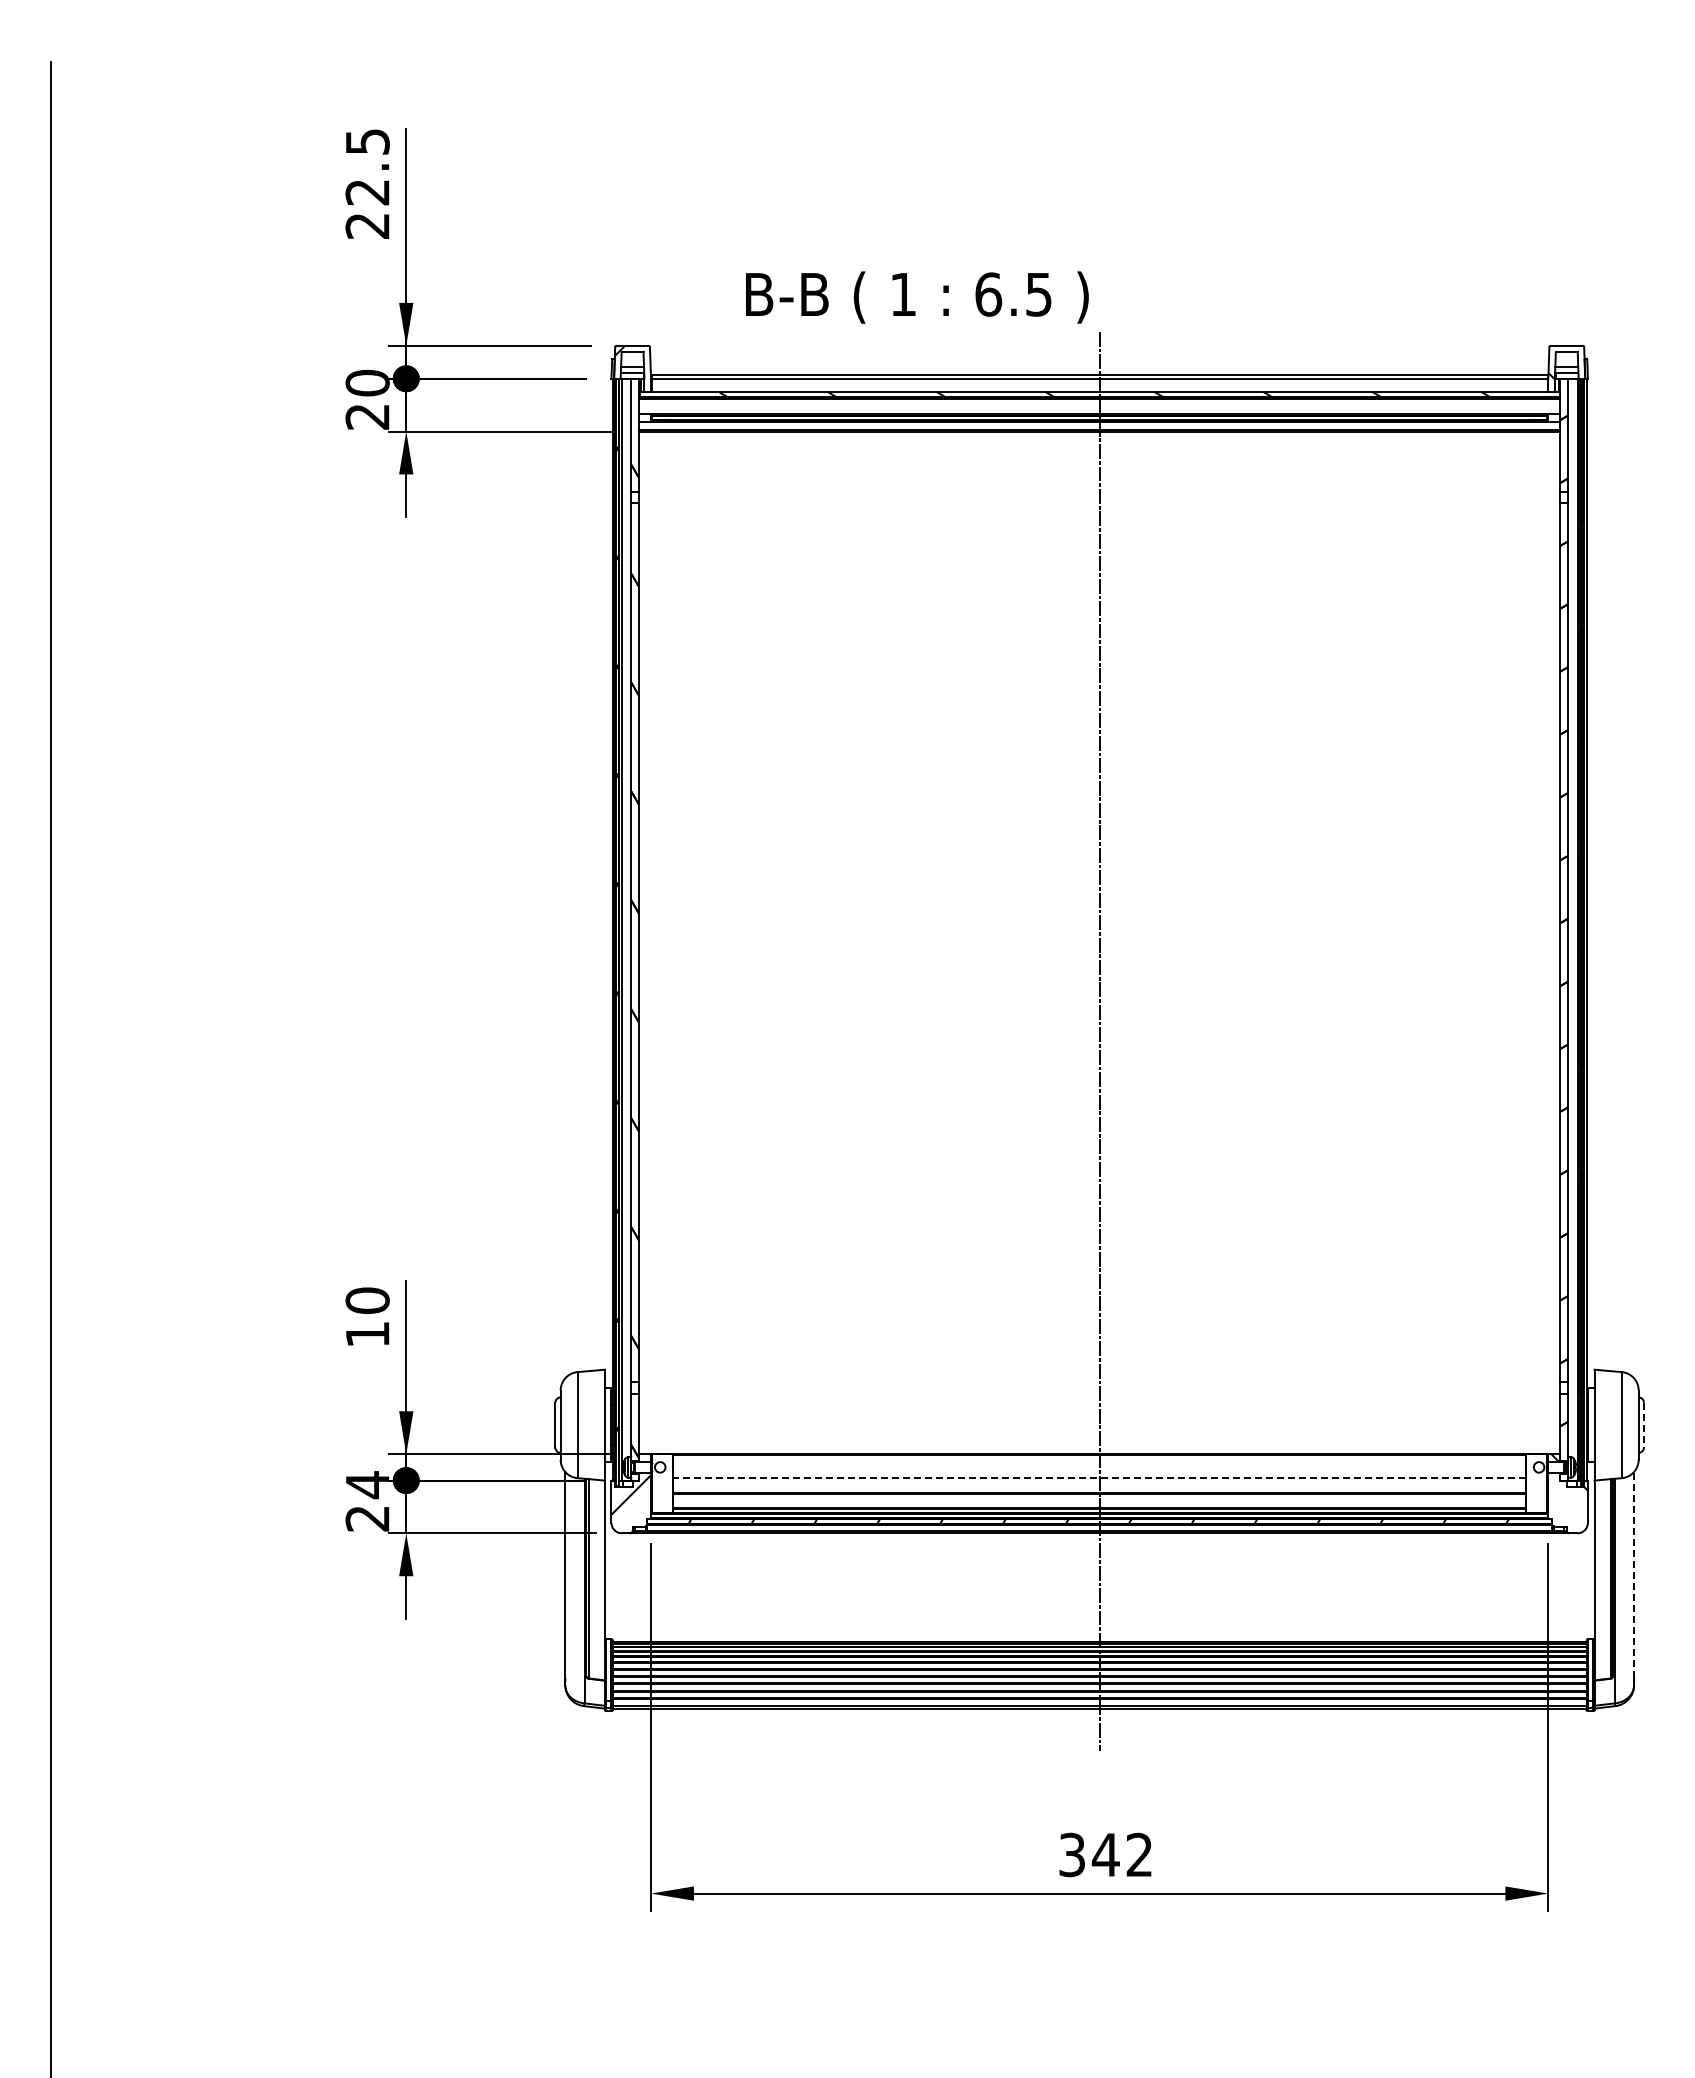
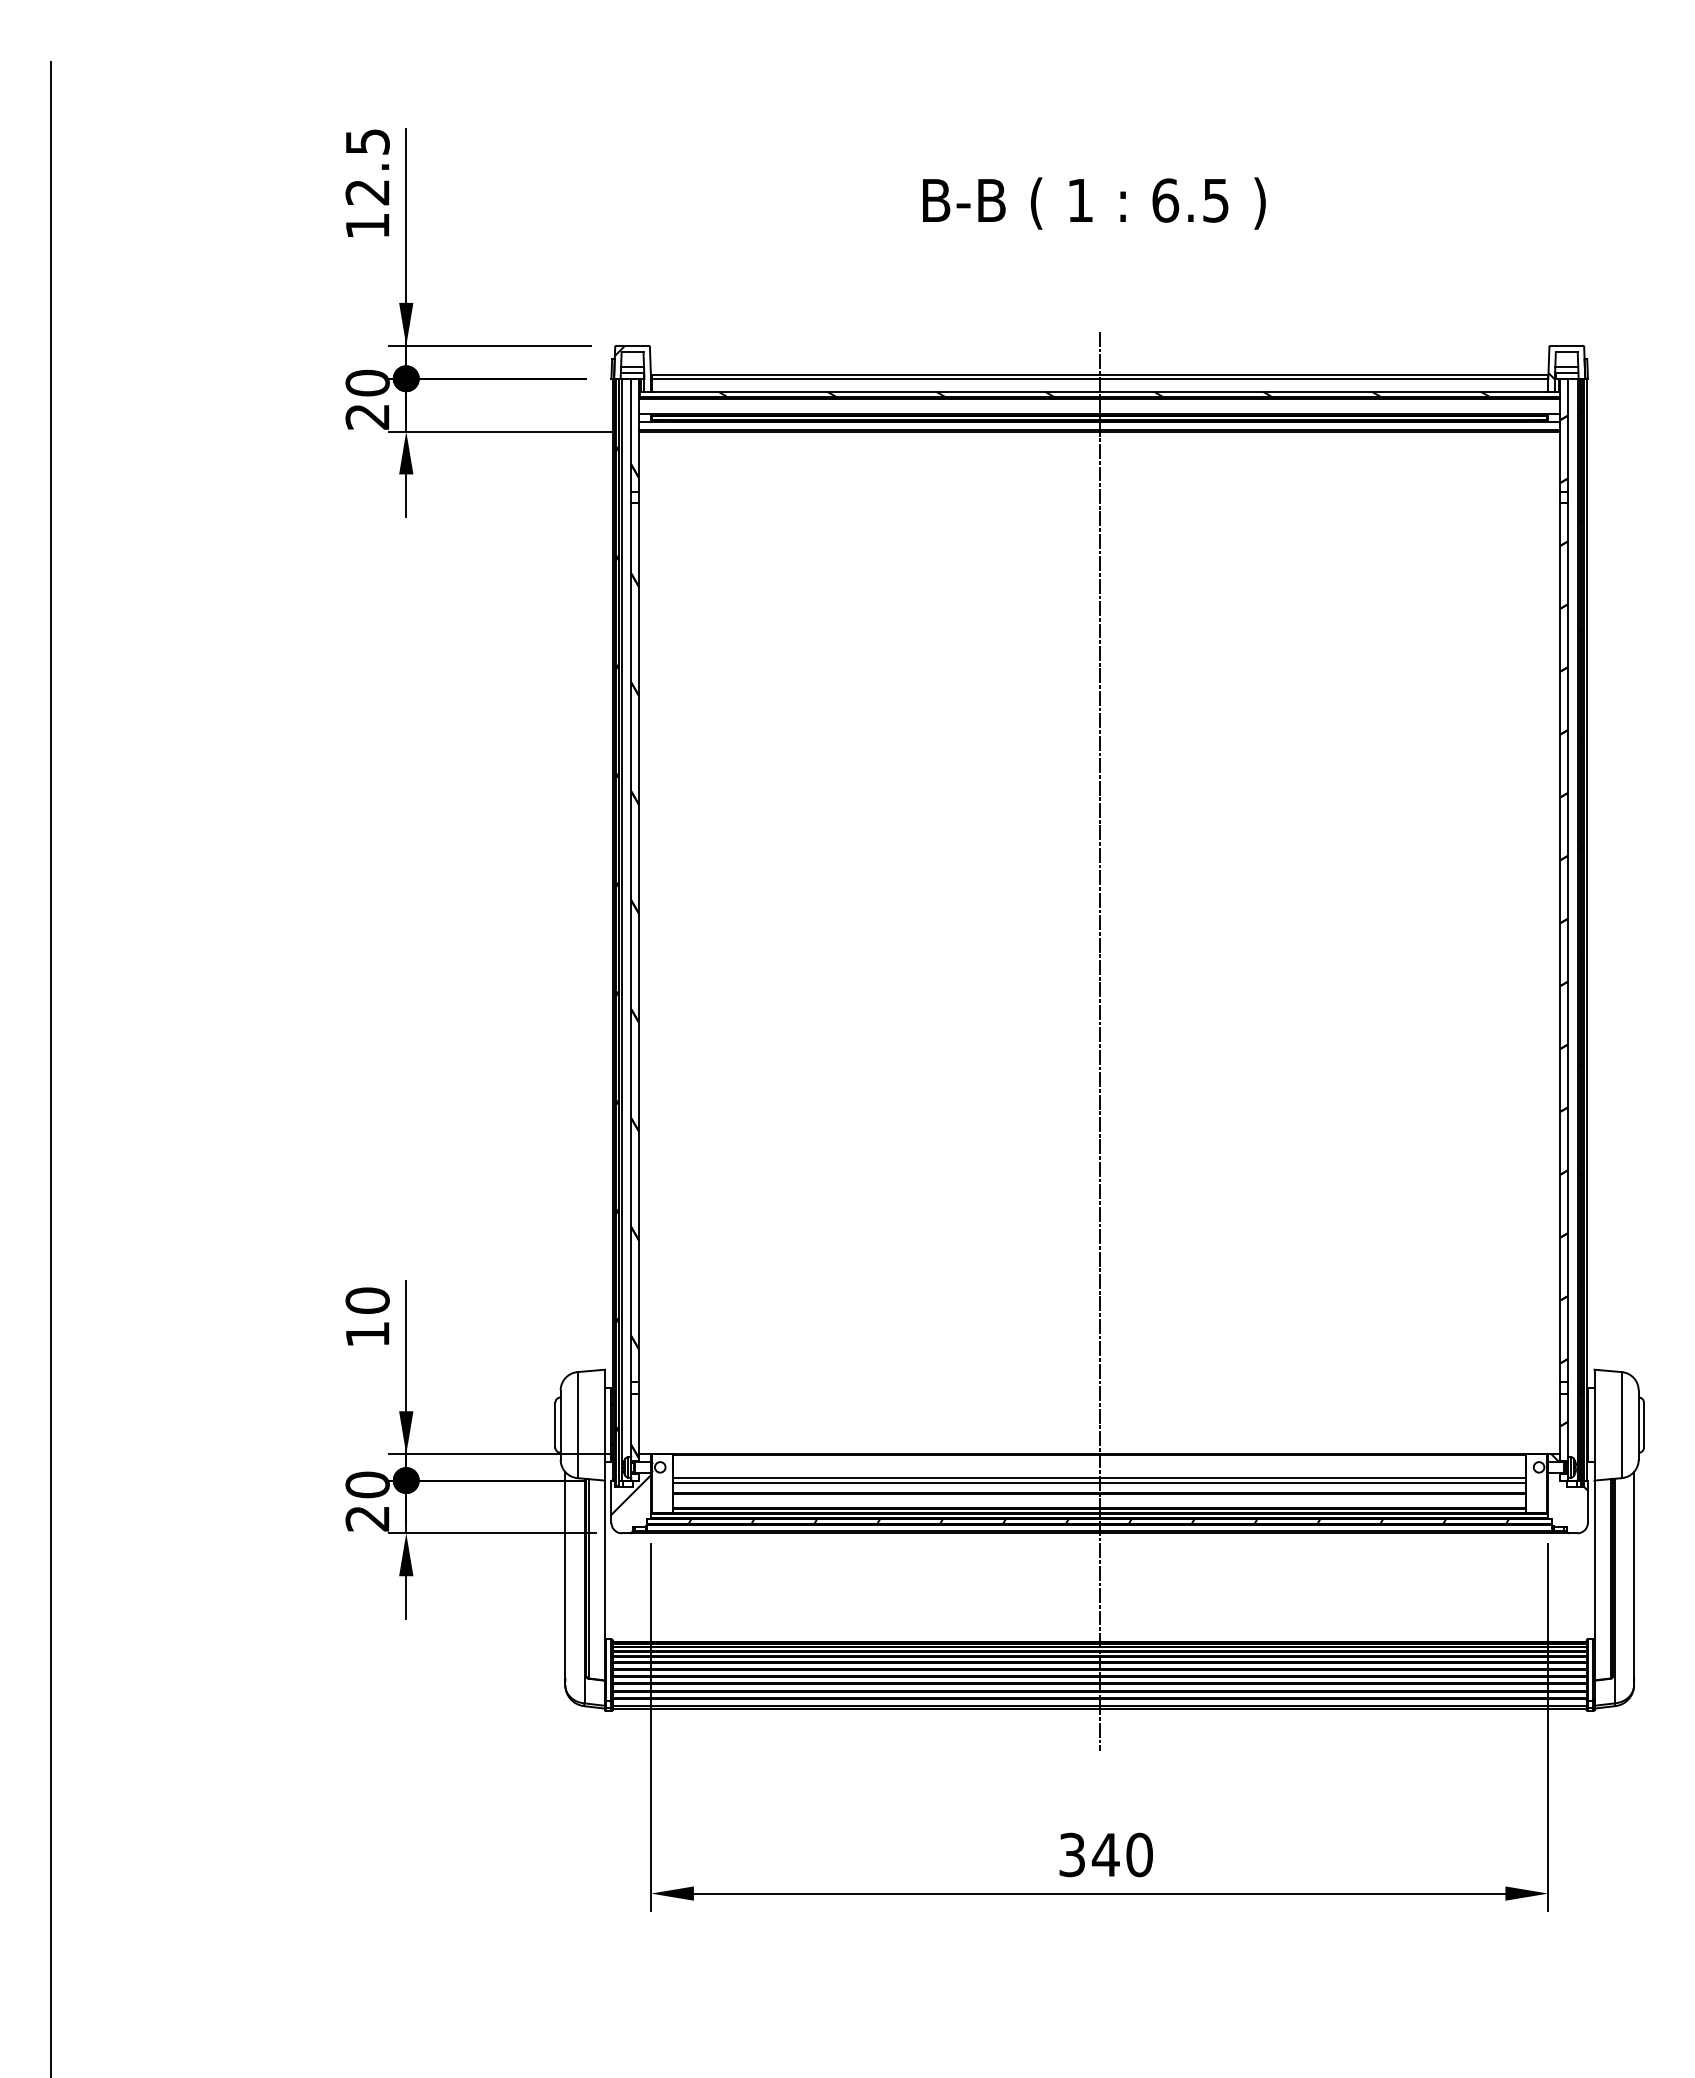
text at (367, 226): 22.5 -> 12.5
text at (917, 297) position: (917, 297) -> (1094, 203)
line at (1643, 1425): dashed -> solid
line at (1099, 1477): dashed -> solid
line at (1099, 1483): none -> present
text at (367, 1485): 24 -> 20
line at (1634, 1574): dashed -> solid
text at (1139, 1854): 342 -> 340
